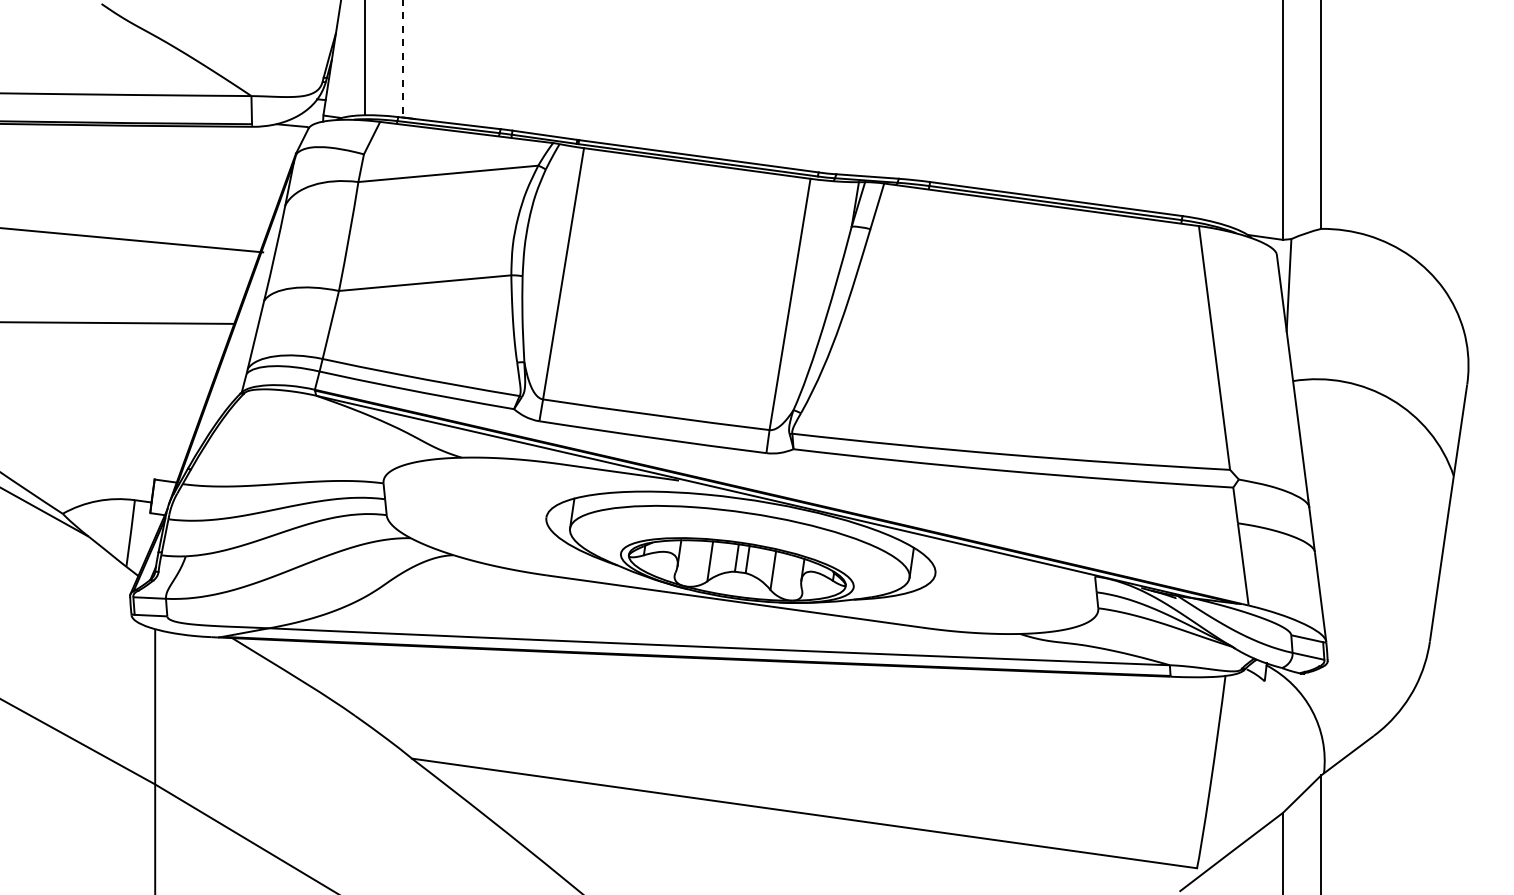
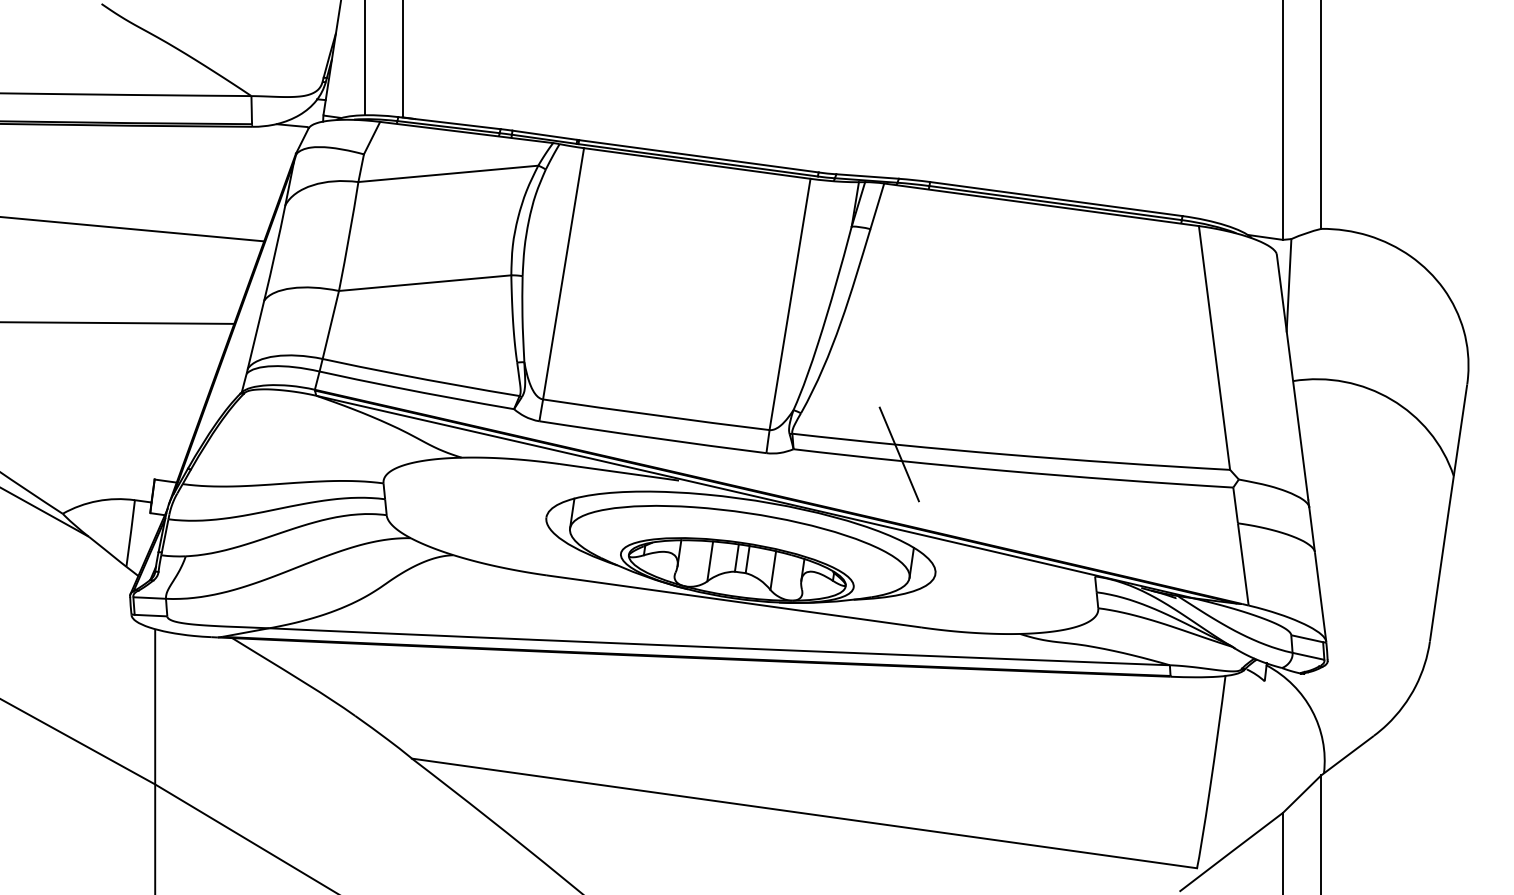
line at (402, 59): dashed -> solid
line at (132, 240) position: (132, 240) -> (133, 229)
line at (898, 454): none -> present
